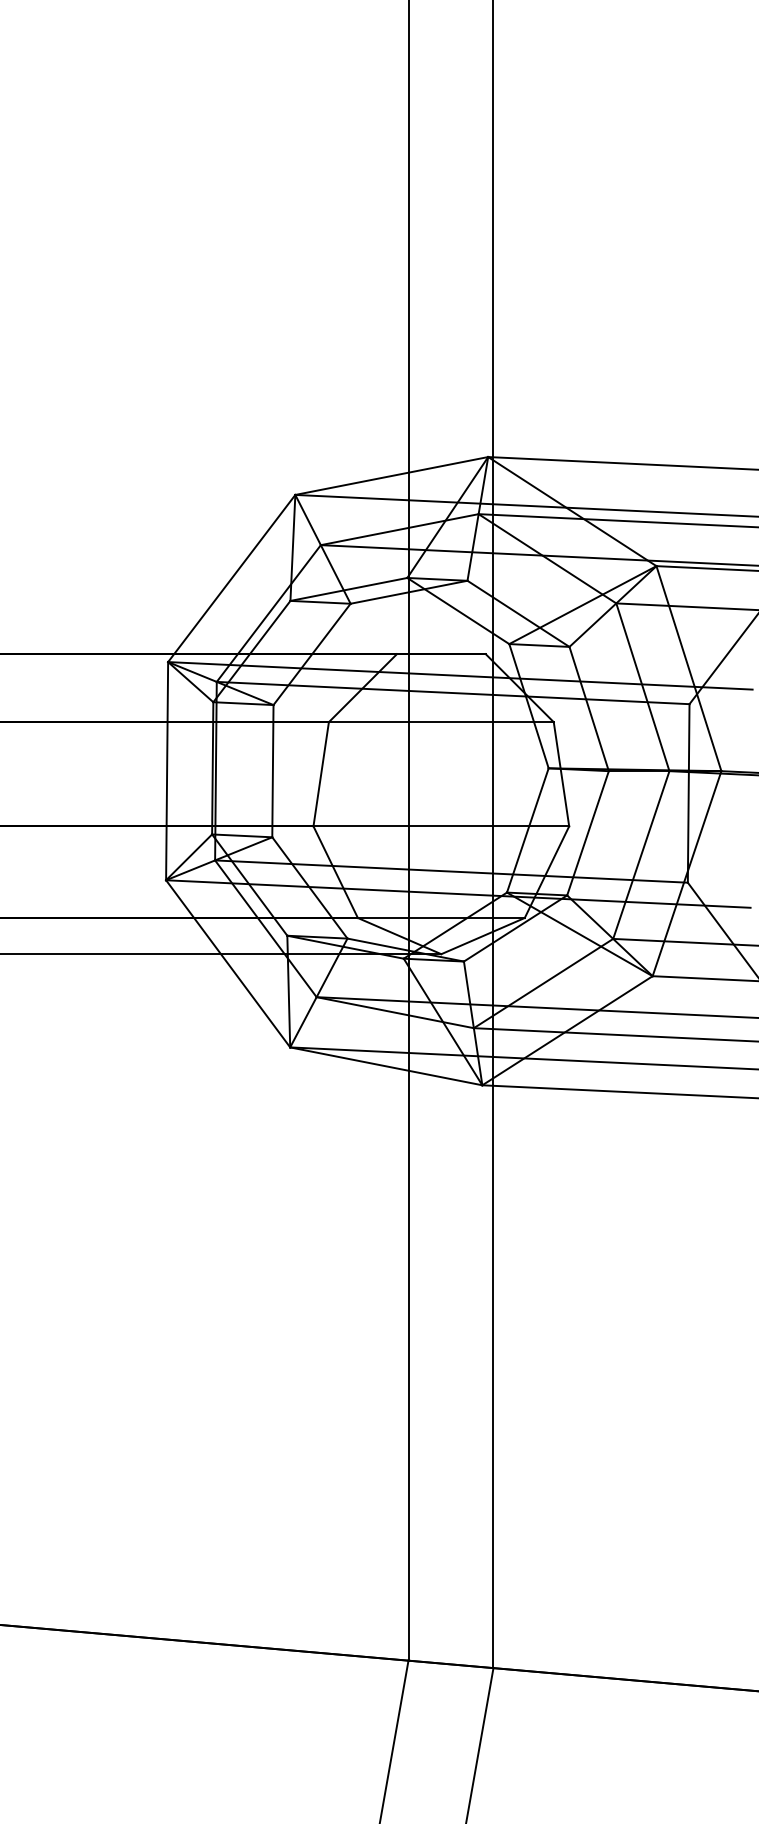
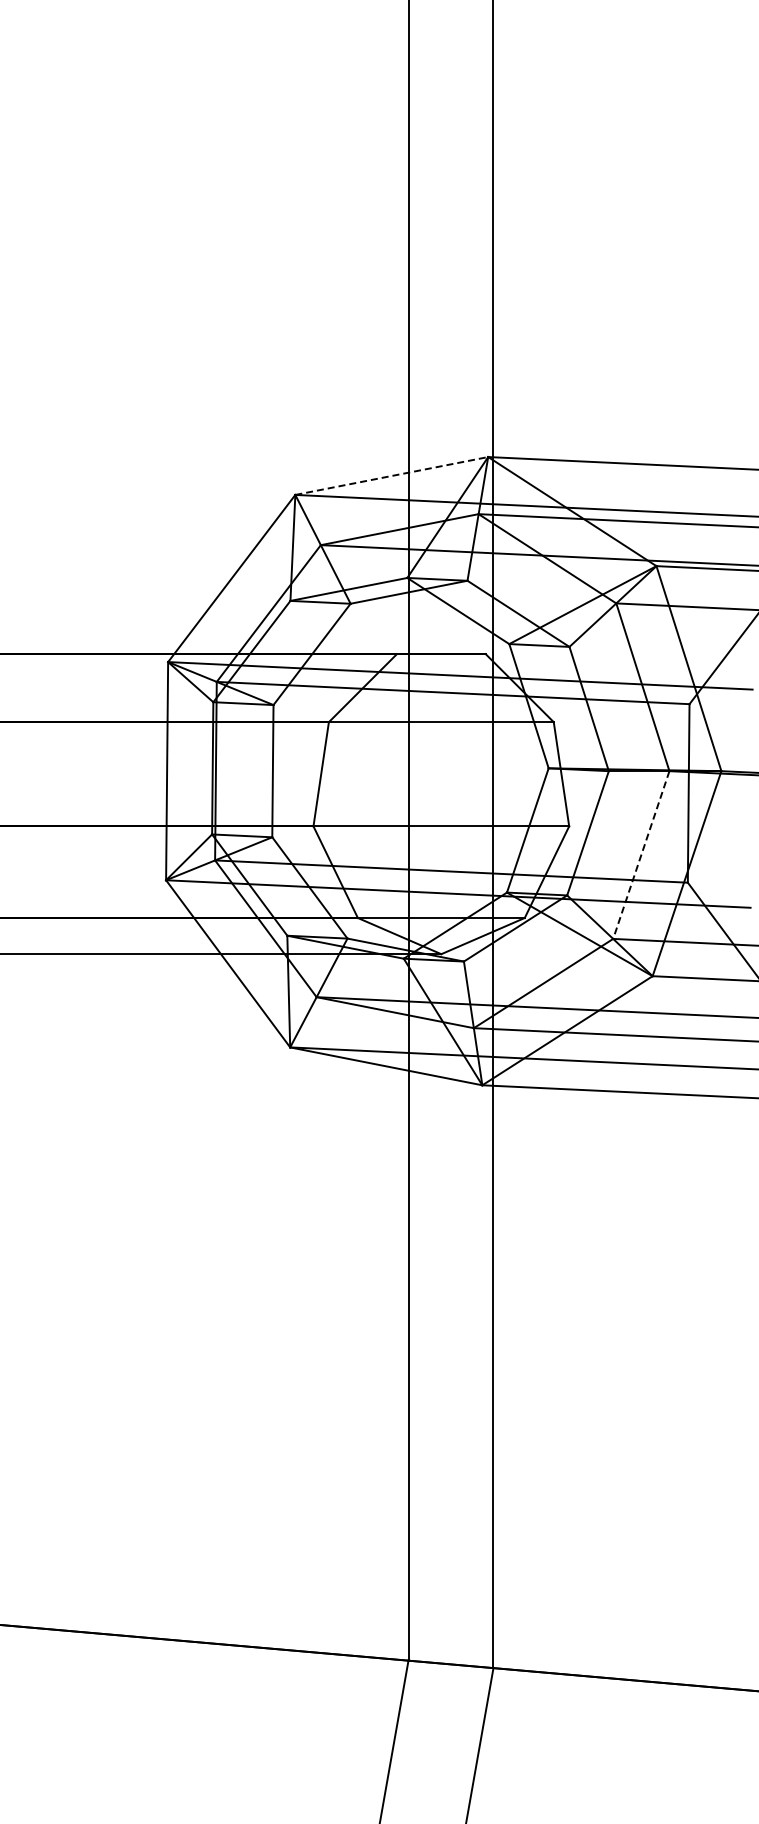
line at (392, 475): solid -> dashed
line at (641, 855): solid -> dashed
